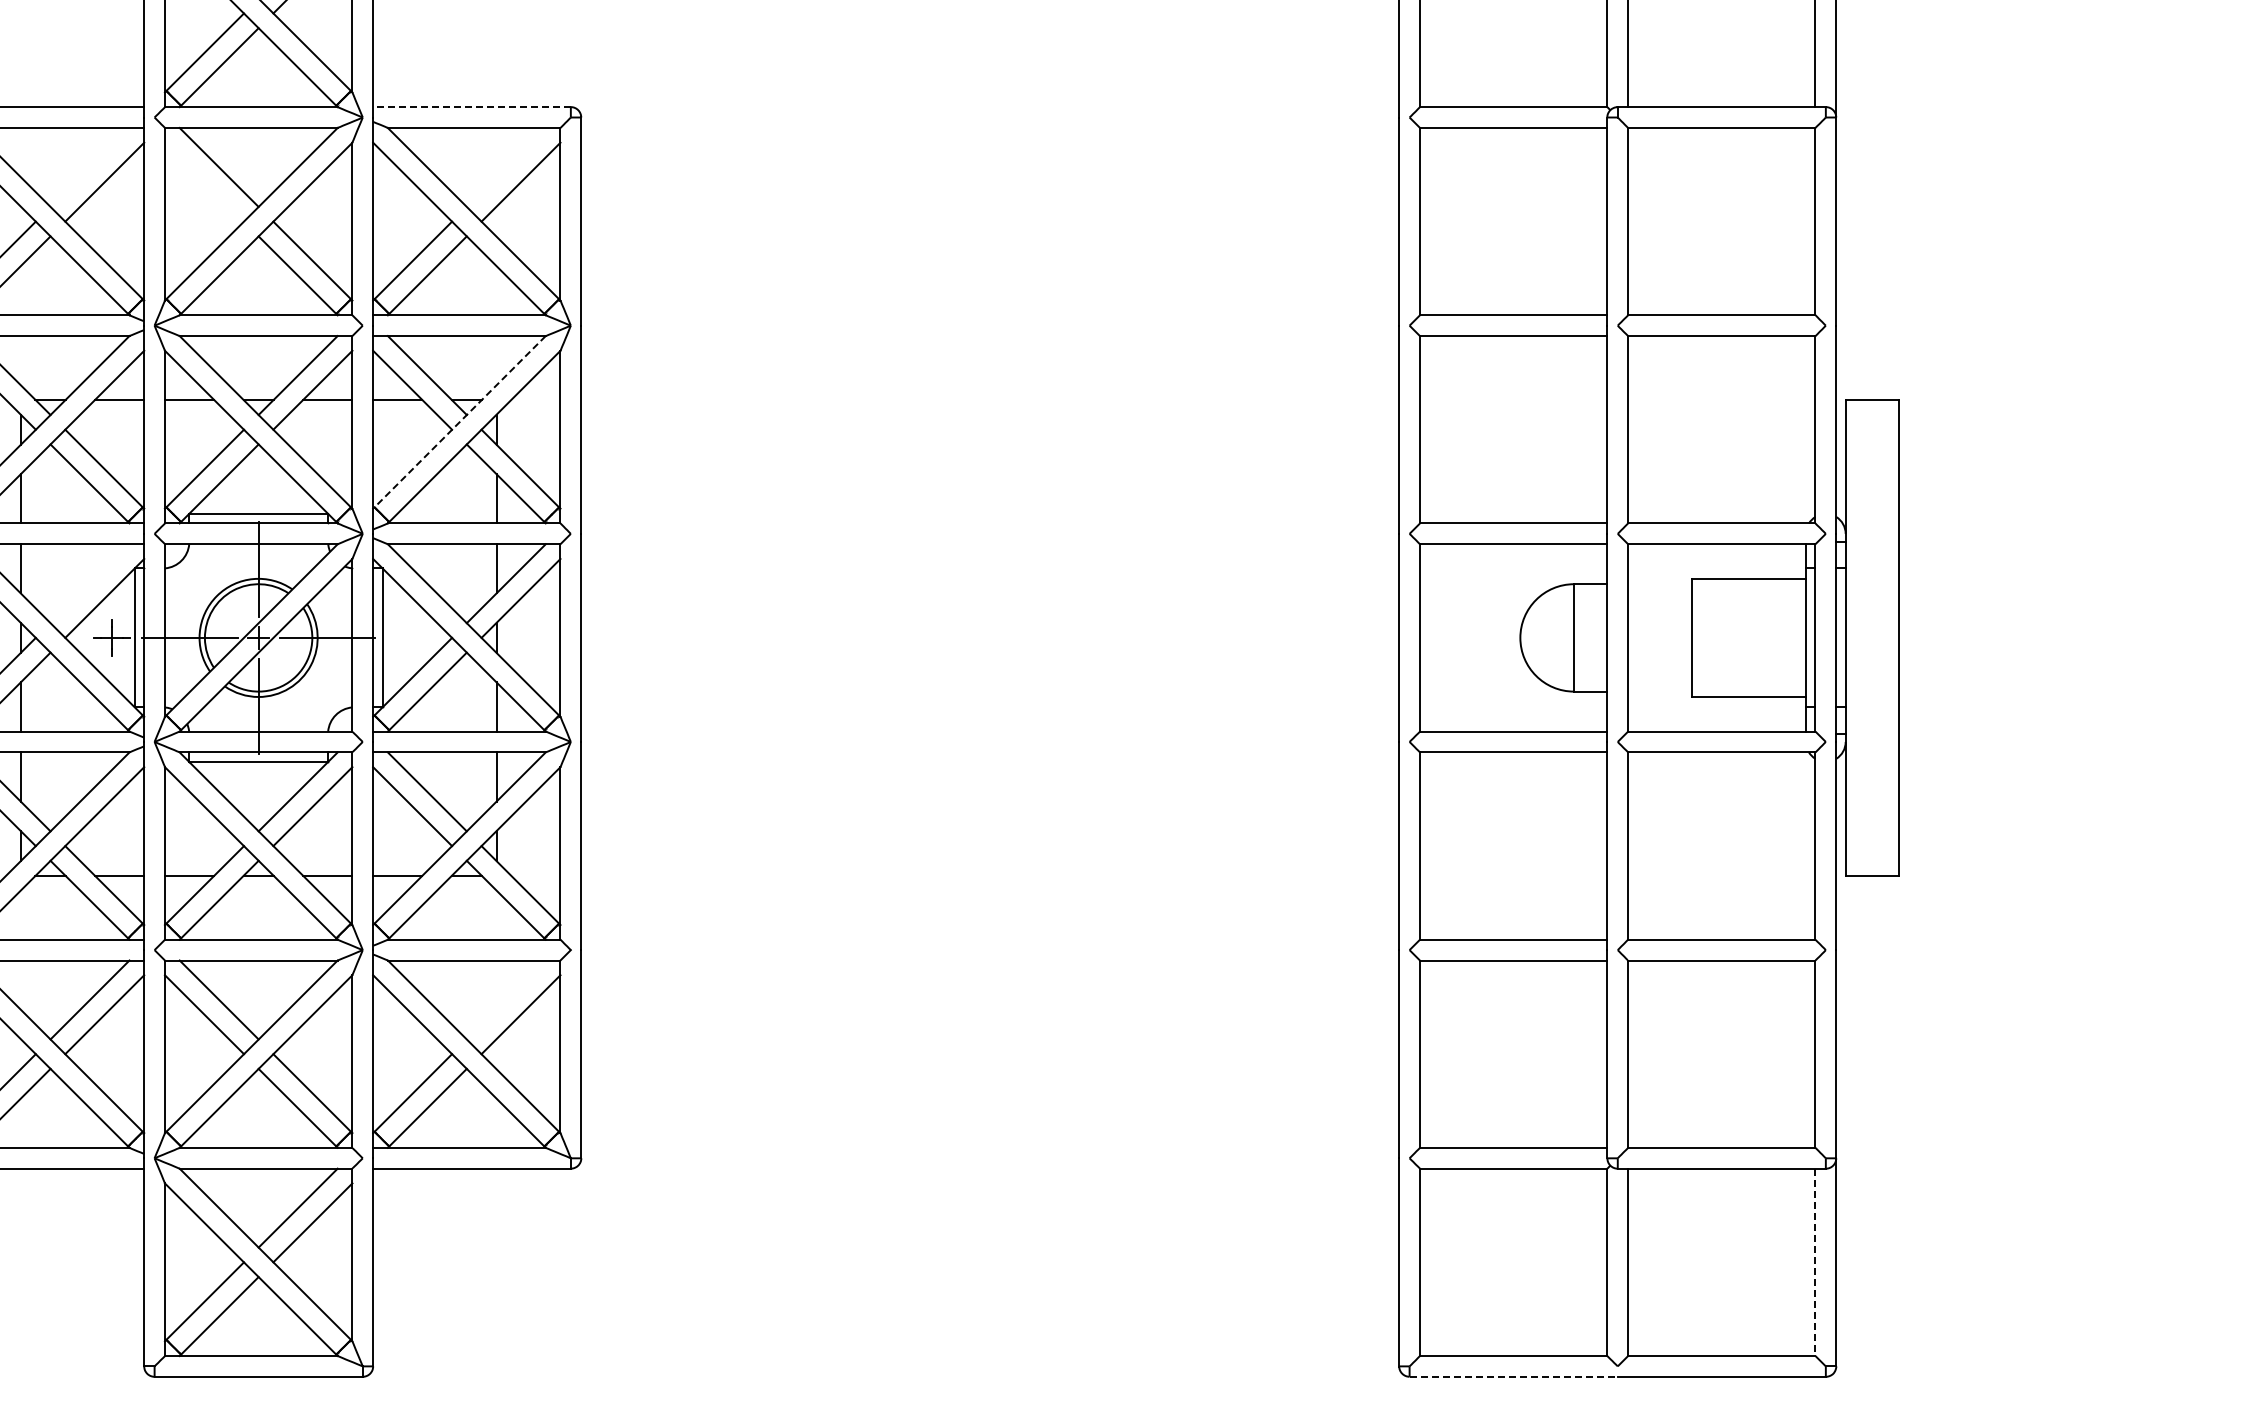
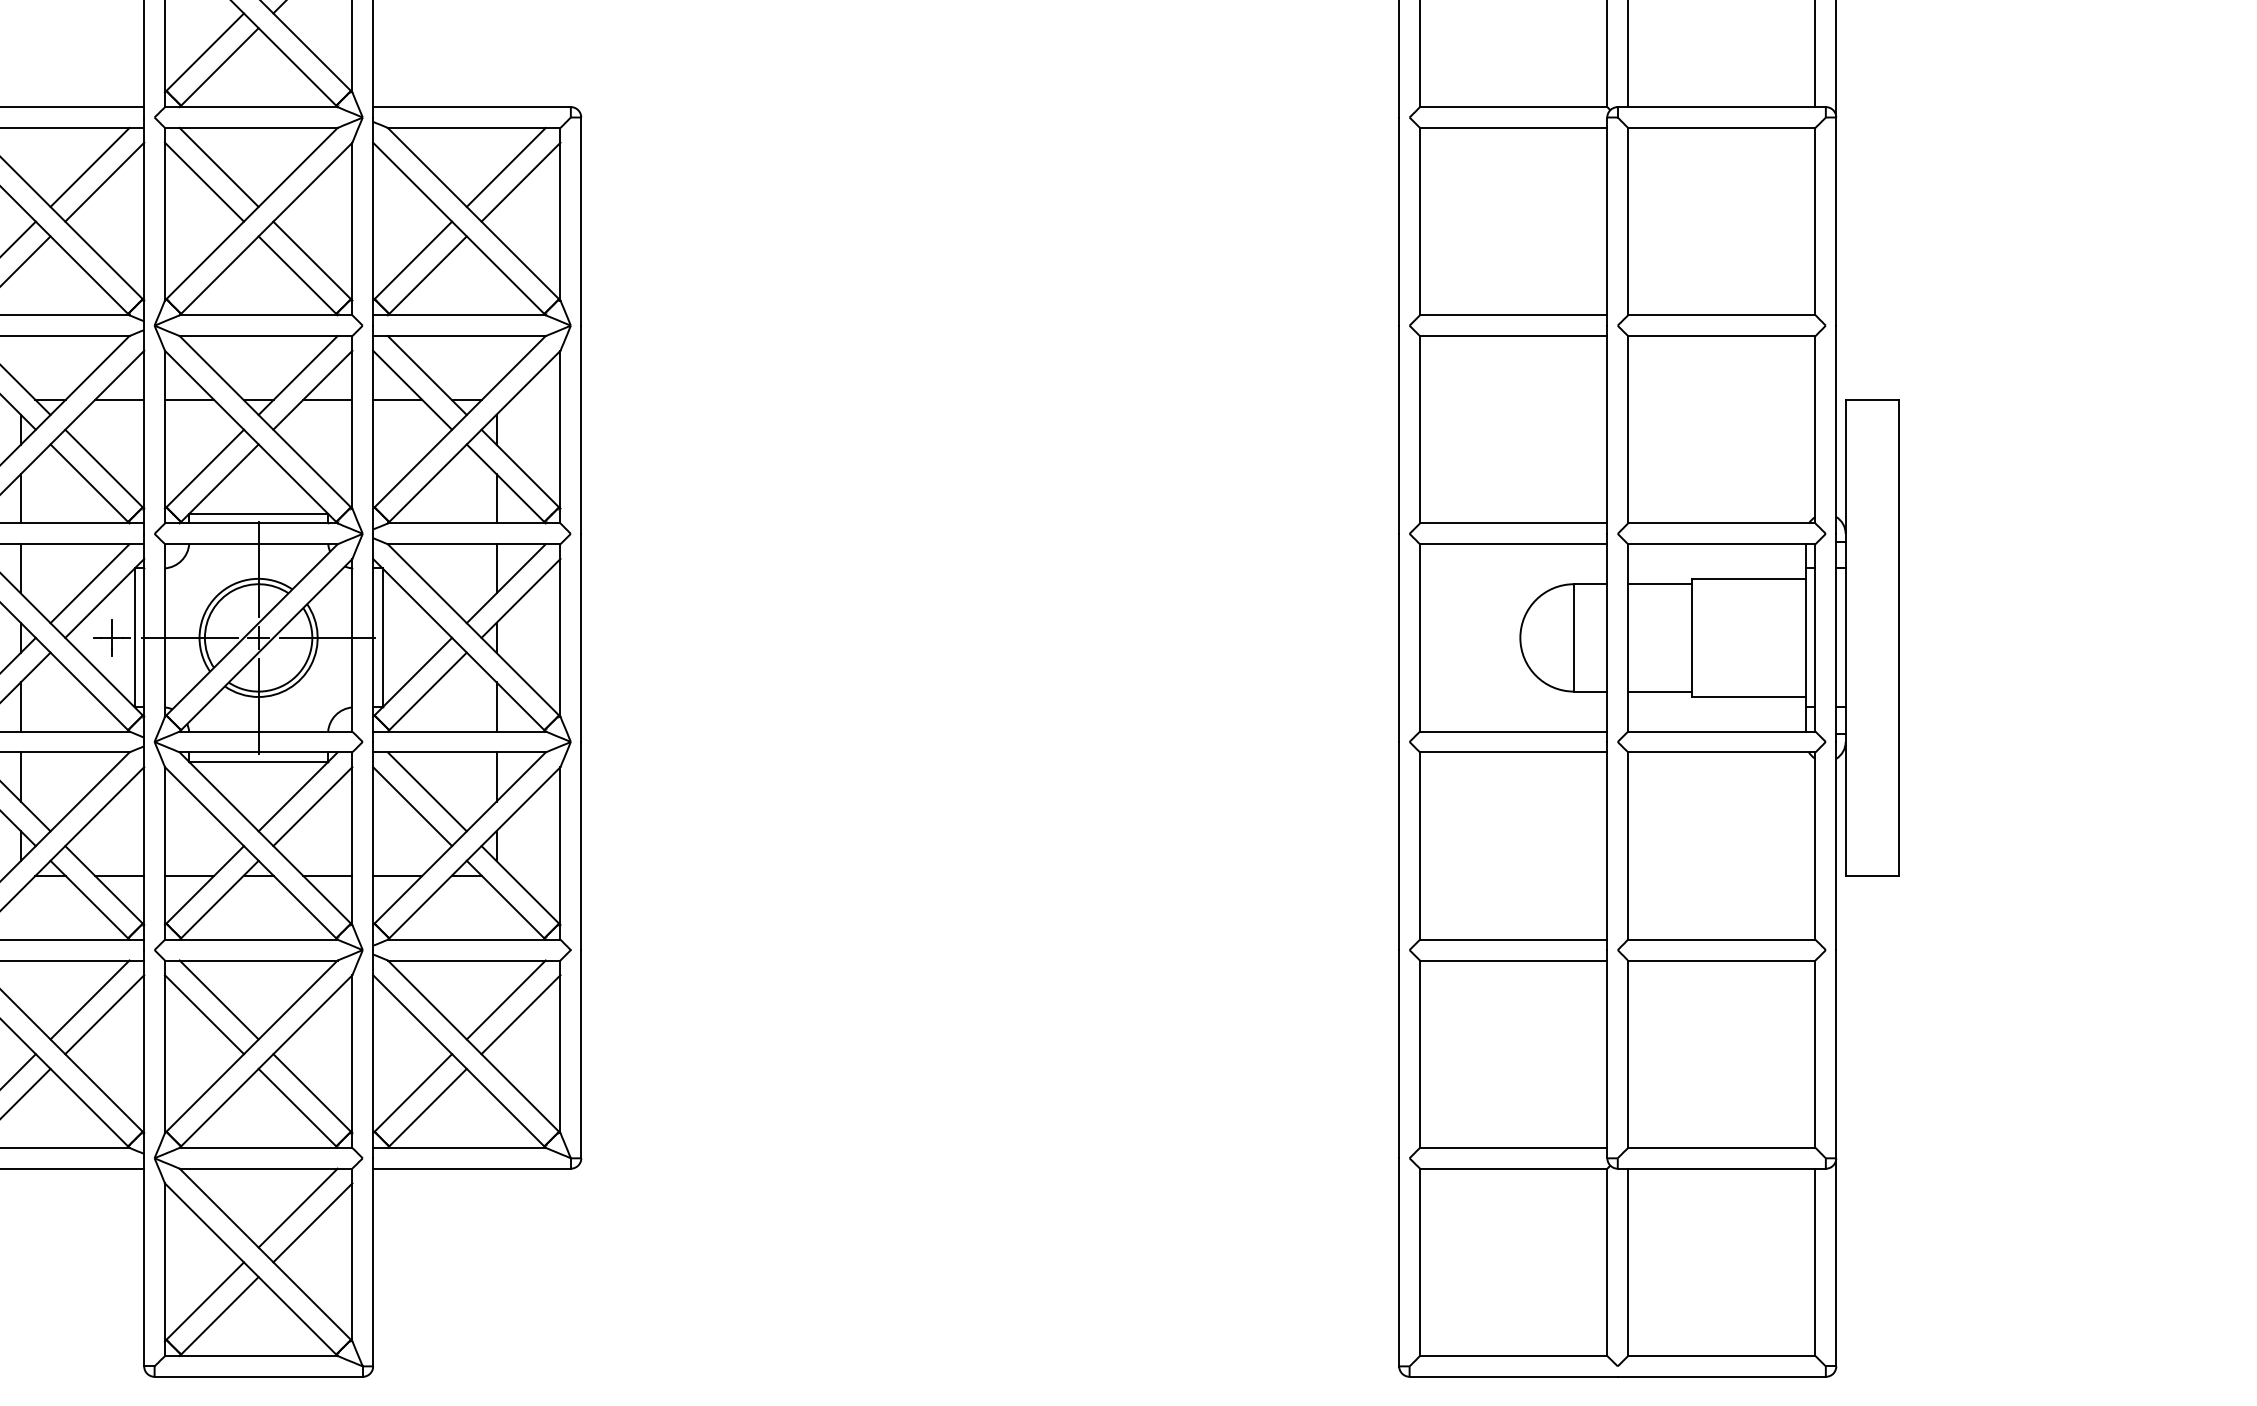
line at (472, 107): dashed -> solid
line at (89, 167): none -> present
line at (505, 167): none -> present
line at (204, 181): none -> present
line at (459, 422): dashed -> solid
line at (89, 583): none -> present
line at (1660, 584): none -> present
line at (1660, 691): none -> present
line at (505, 999): none -> present
line at (1815, 1262): dashed -> solid
line at (1514, 1376): dashed -> solid
